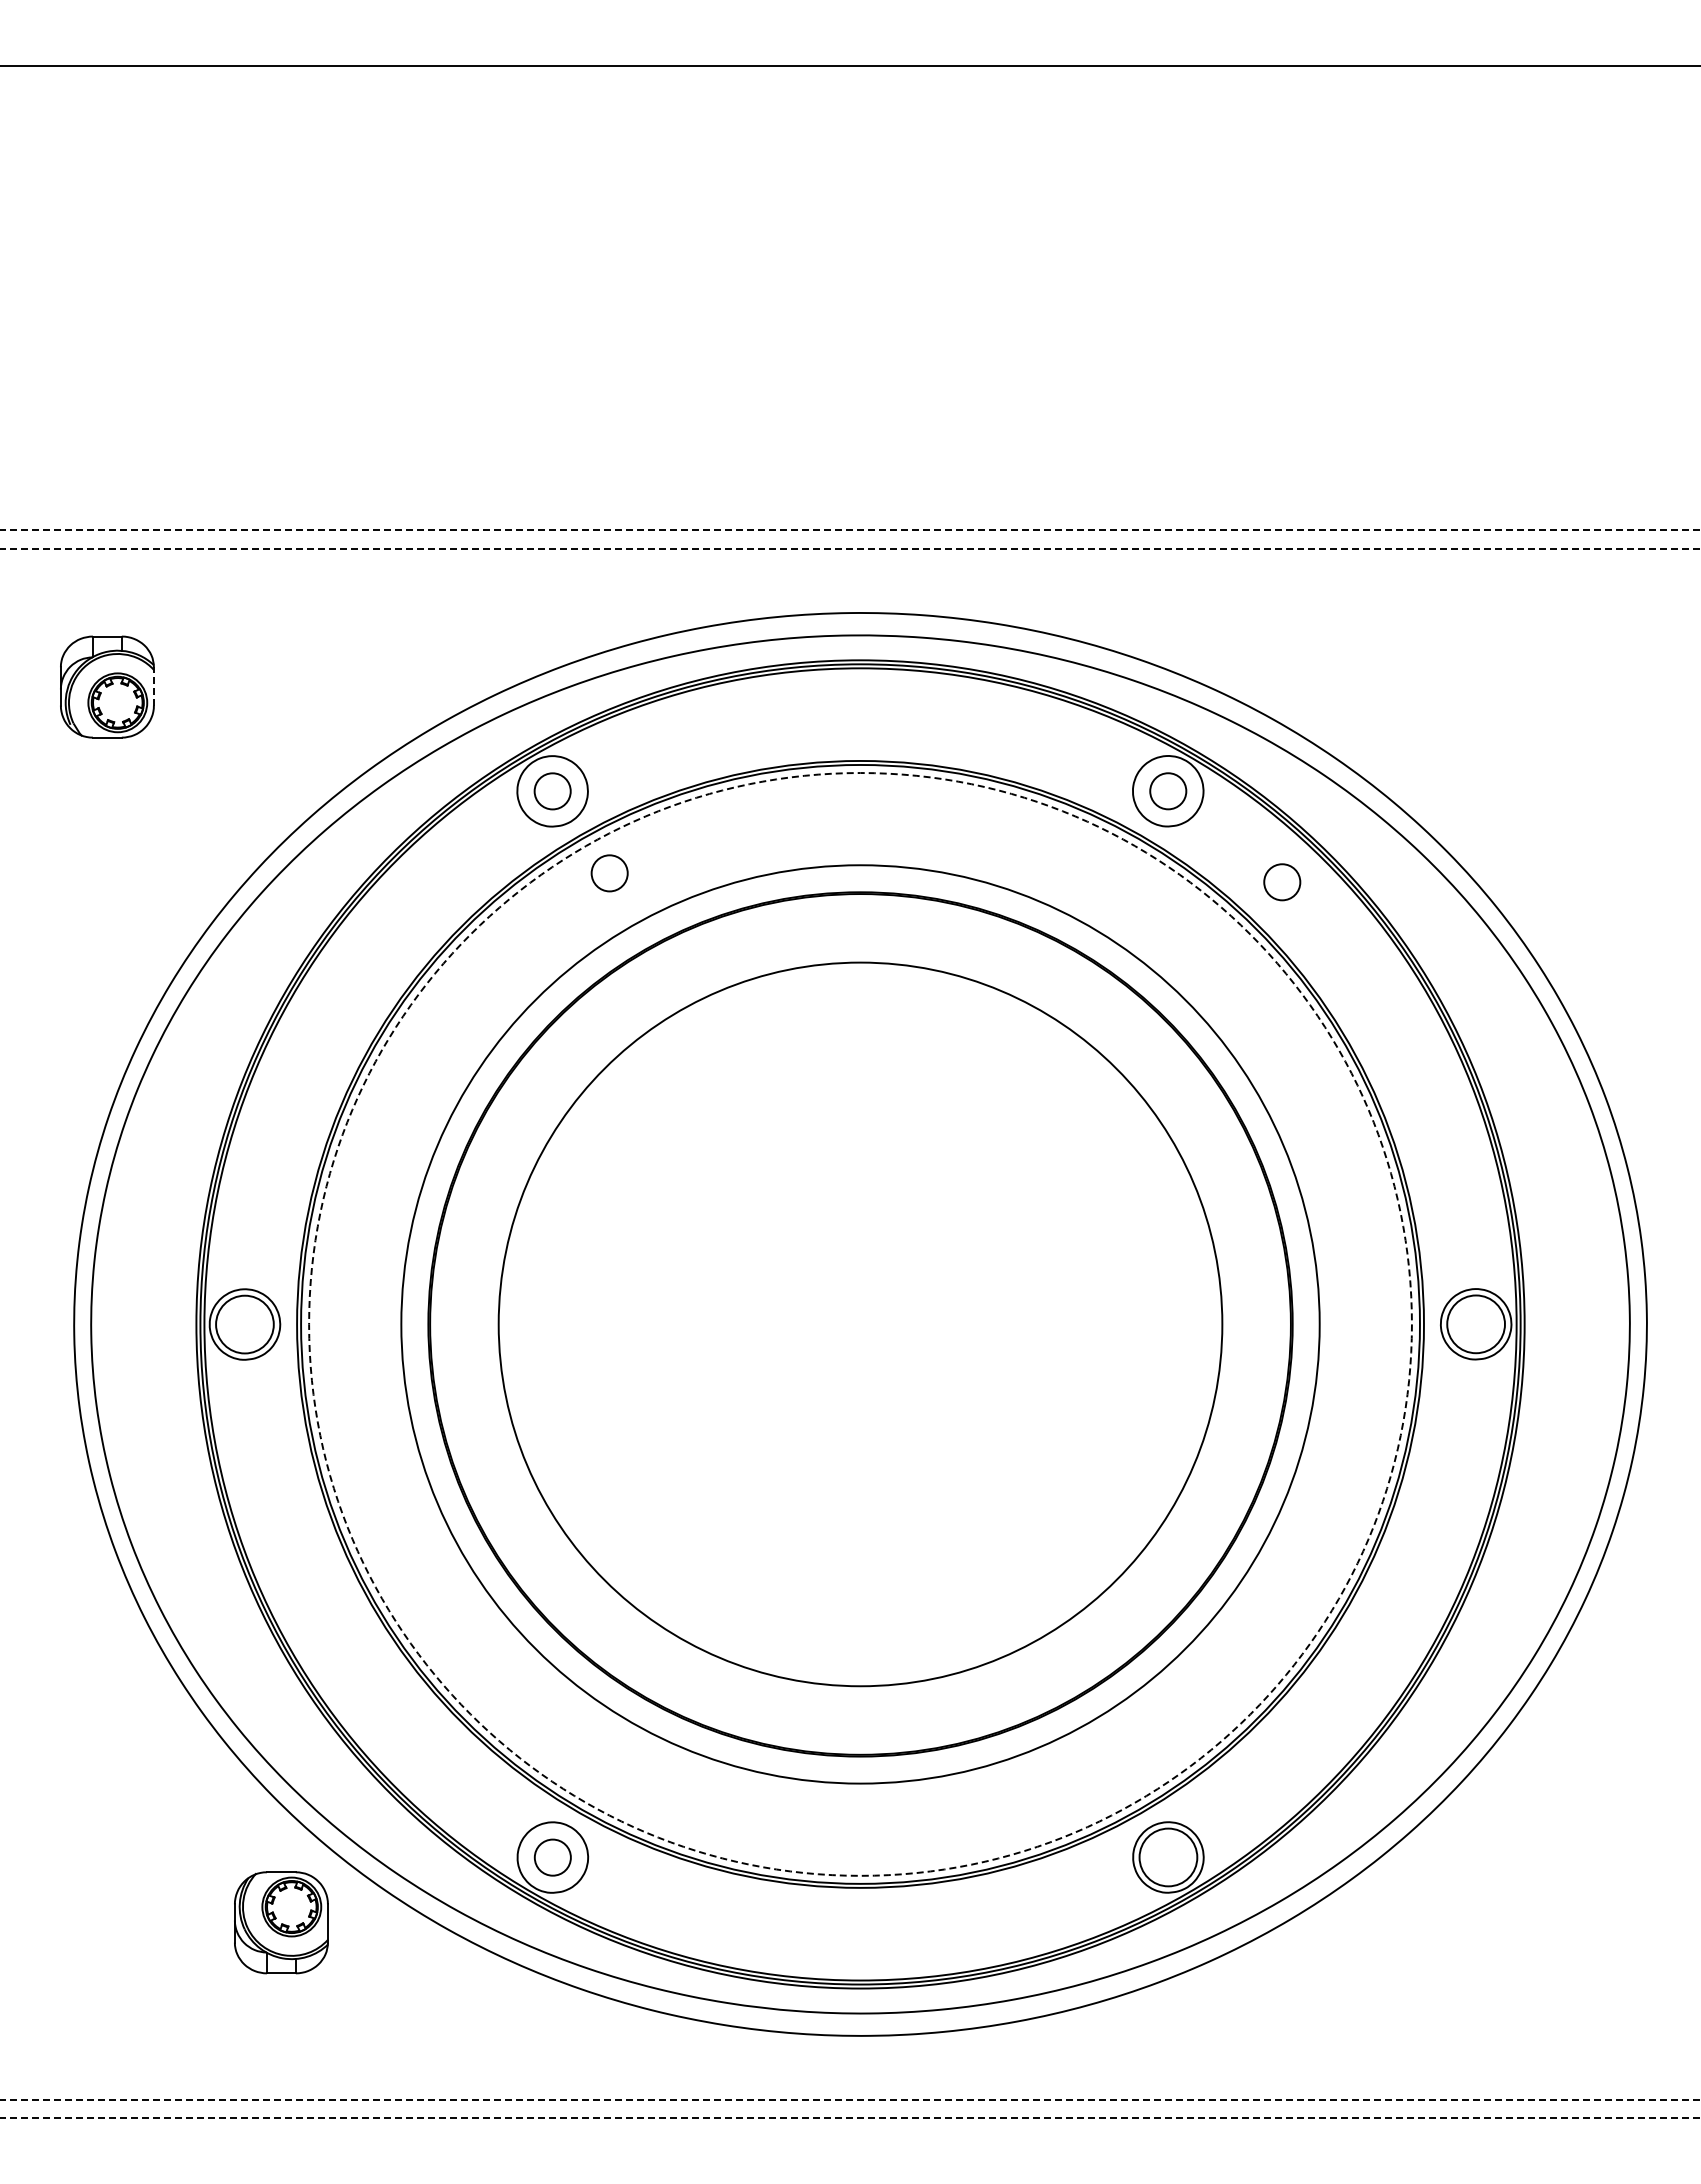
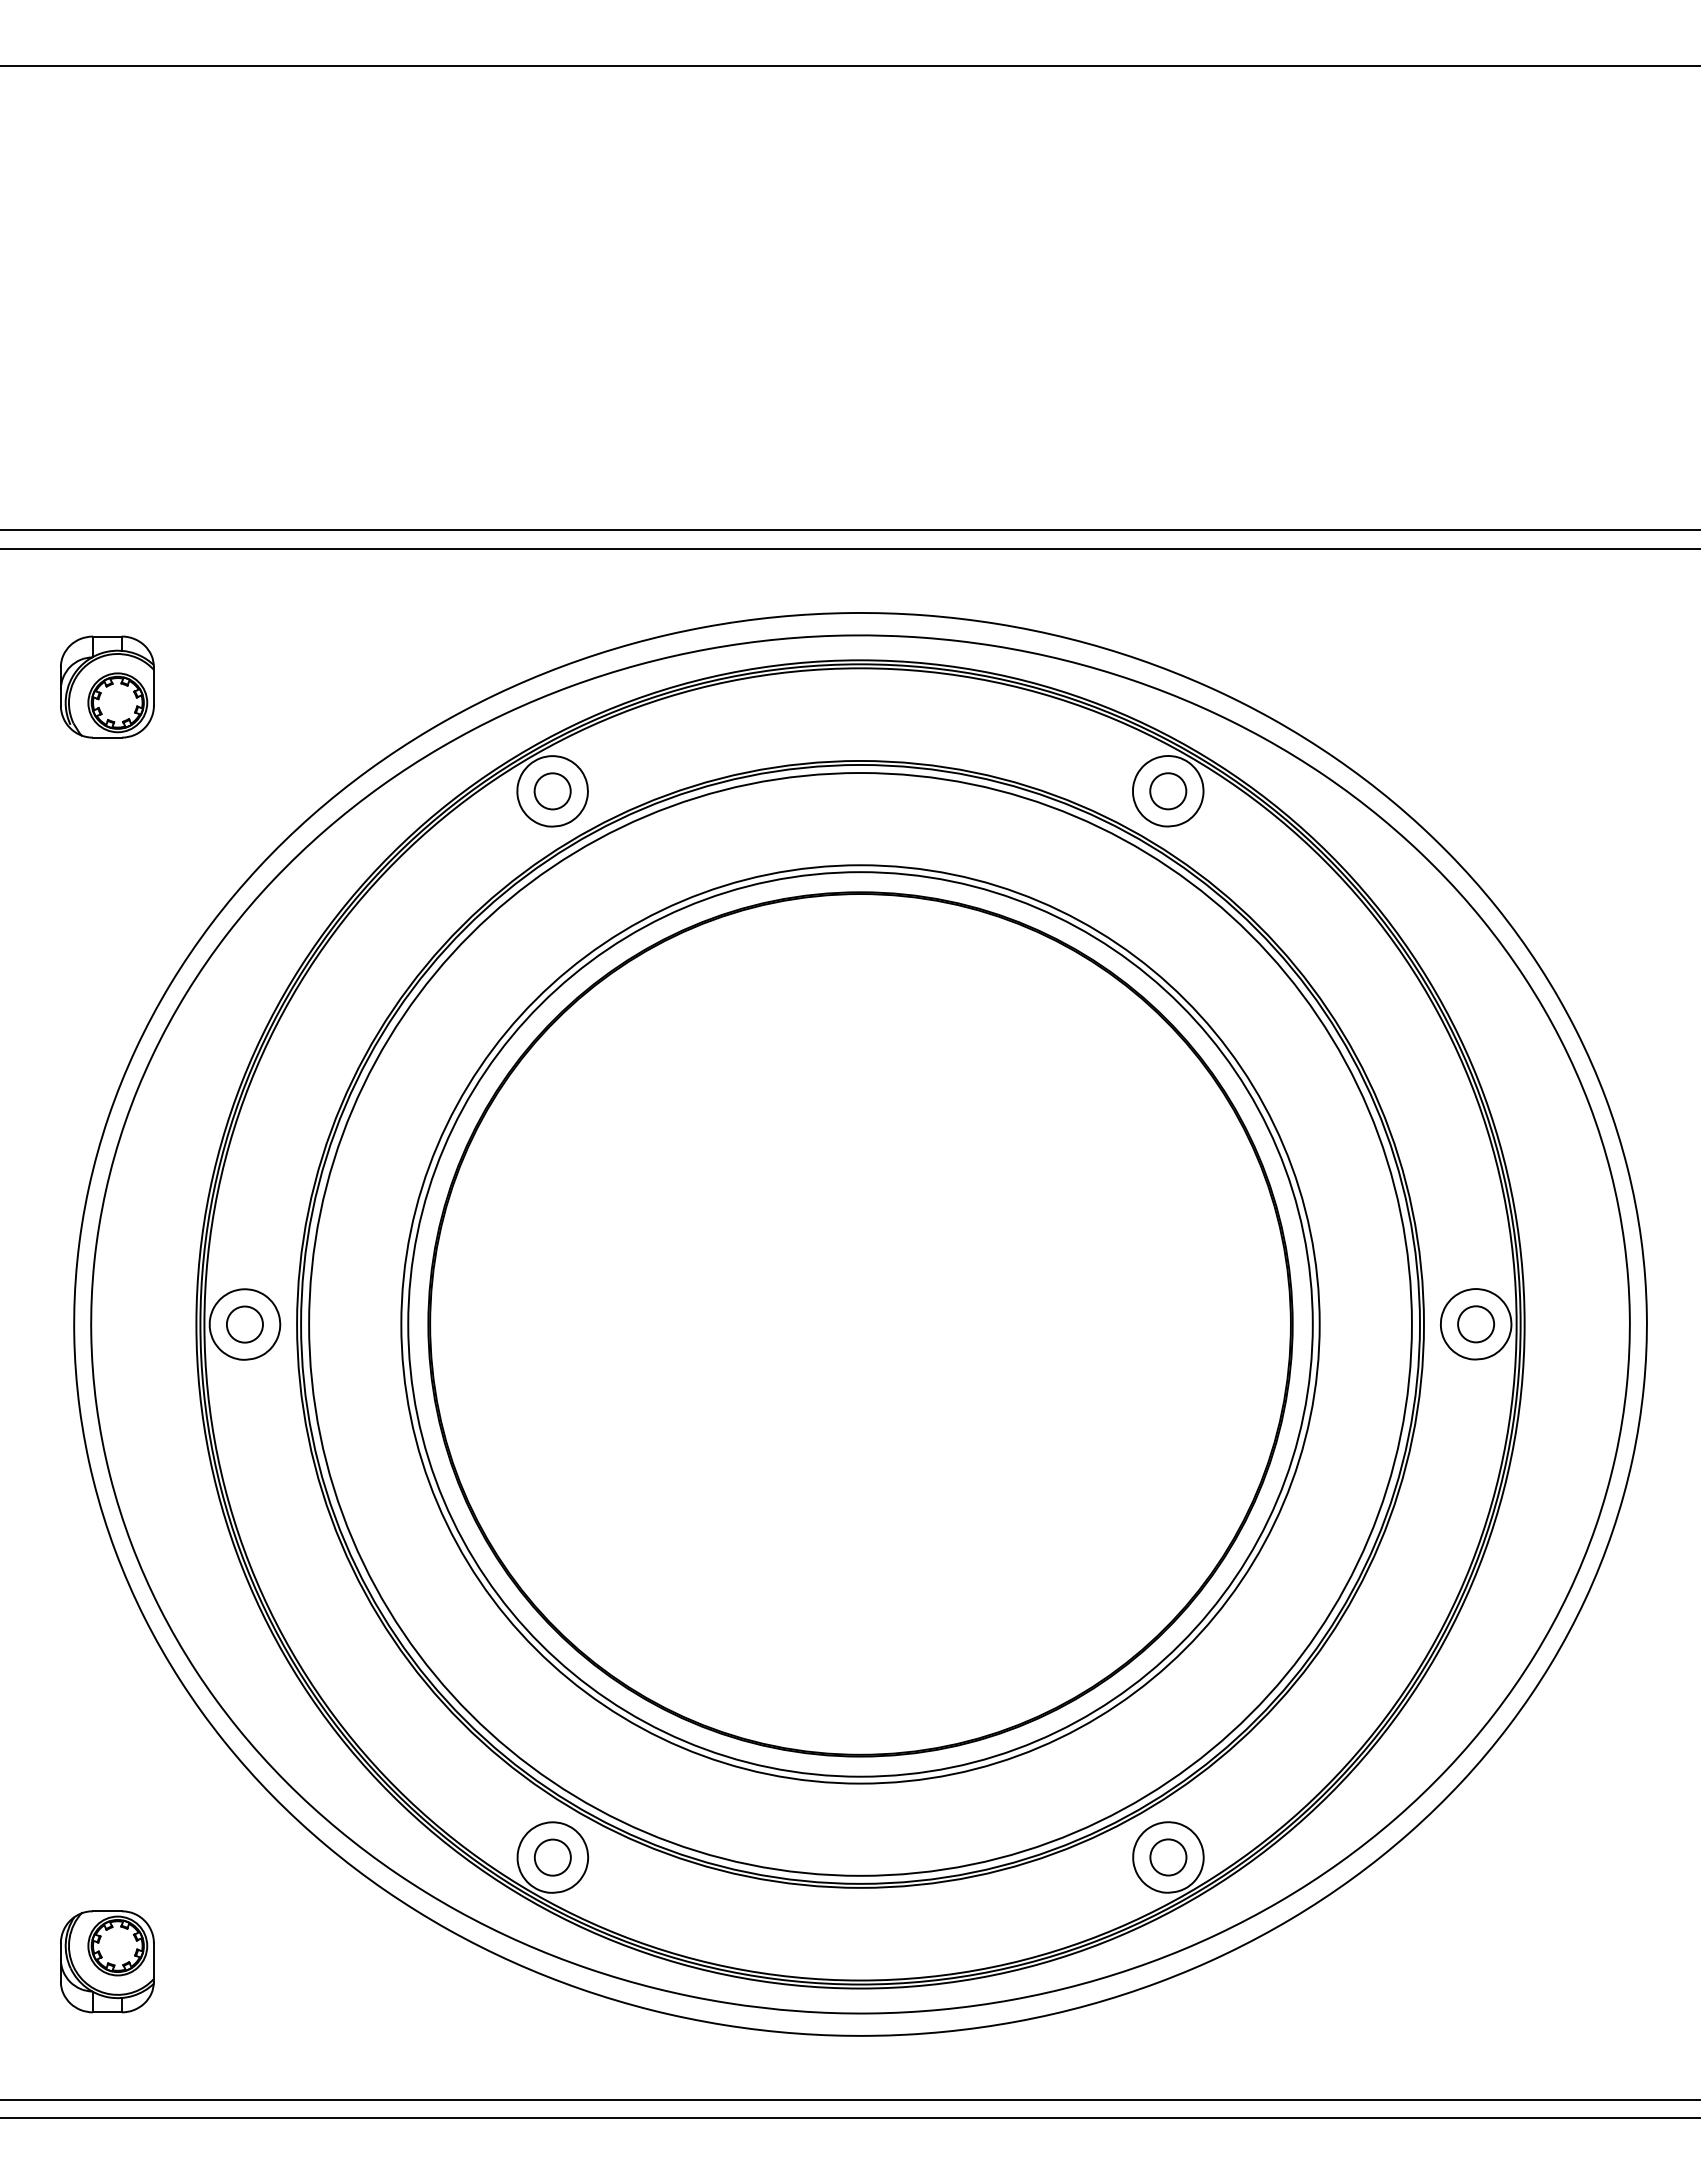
line at (850, 530): dashed -> solid
line at (850, 548): dashed -> solid
line at (153, 685): dashed -> solid
circle at (609, 873): present -> none
circle at (1282, 882): present -> none
circle at (244, 1324) diameter: 58 px -> 36 px
circle at (860, 1324) diameter: 724 px -> 905 px
circle at (860, 1324): dashed -> solid
circle at (1475, 1324) diameter: 58 px -> 36 px
circle at (1168, 1857) diameter: 58 px -> 36 px
part at (281, 1922) position: (281, 1922) -> (107, 1961)
line at (850, 2100): dashed -> solid
line at (850, 2118): dashed -> solid
